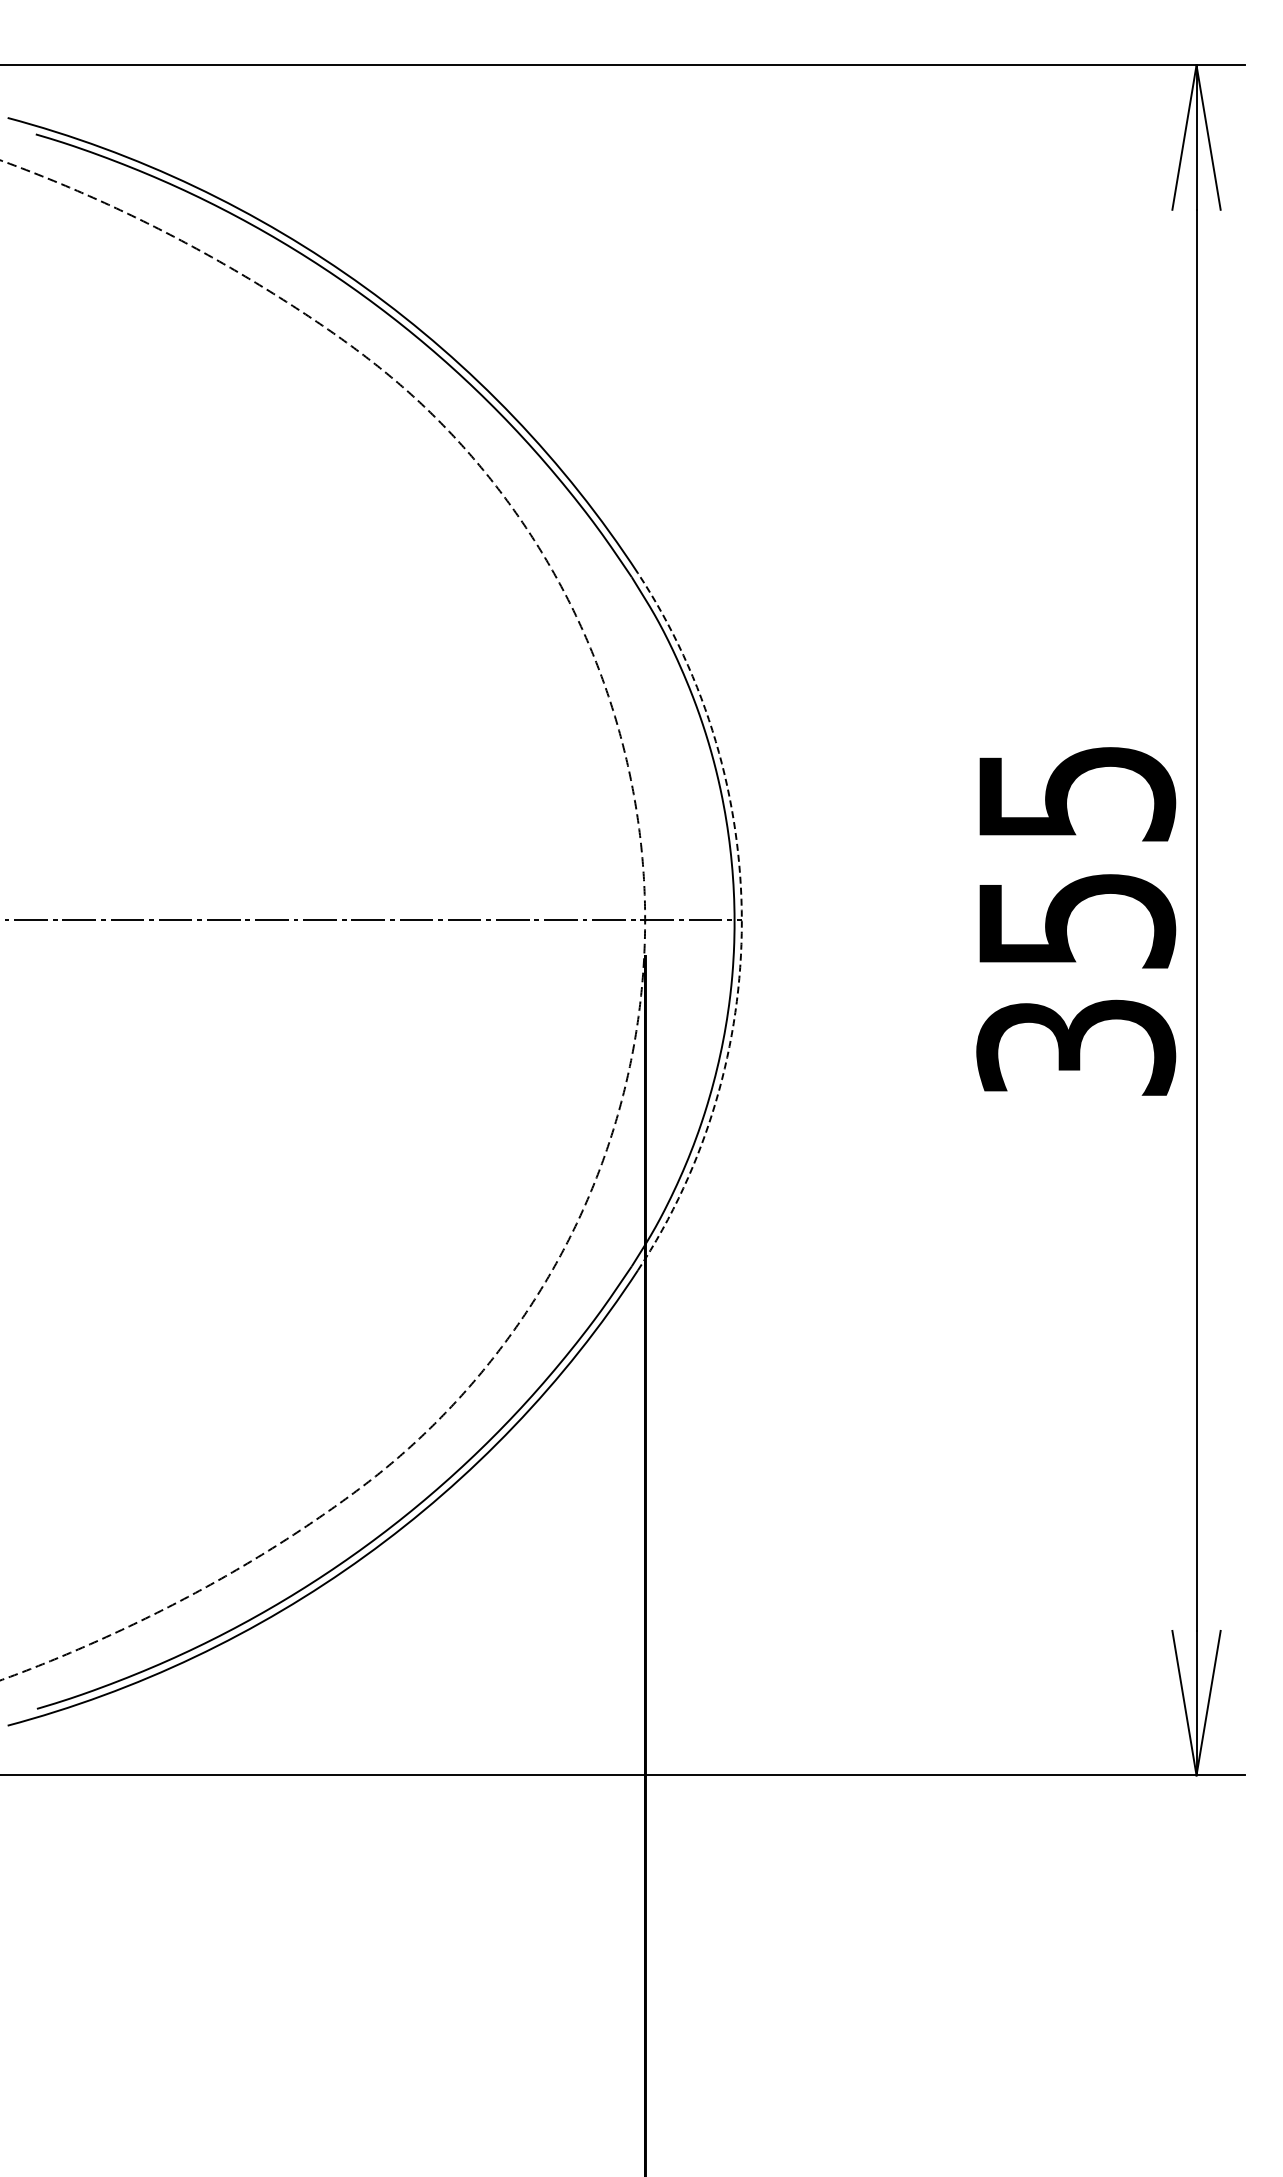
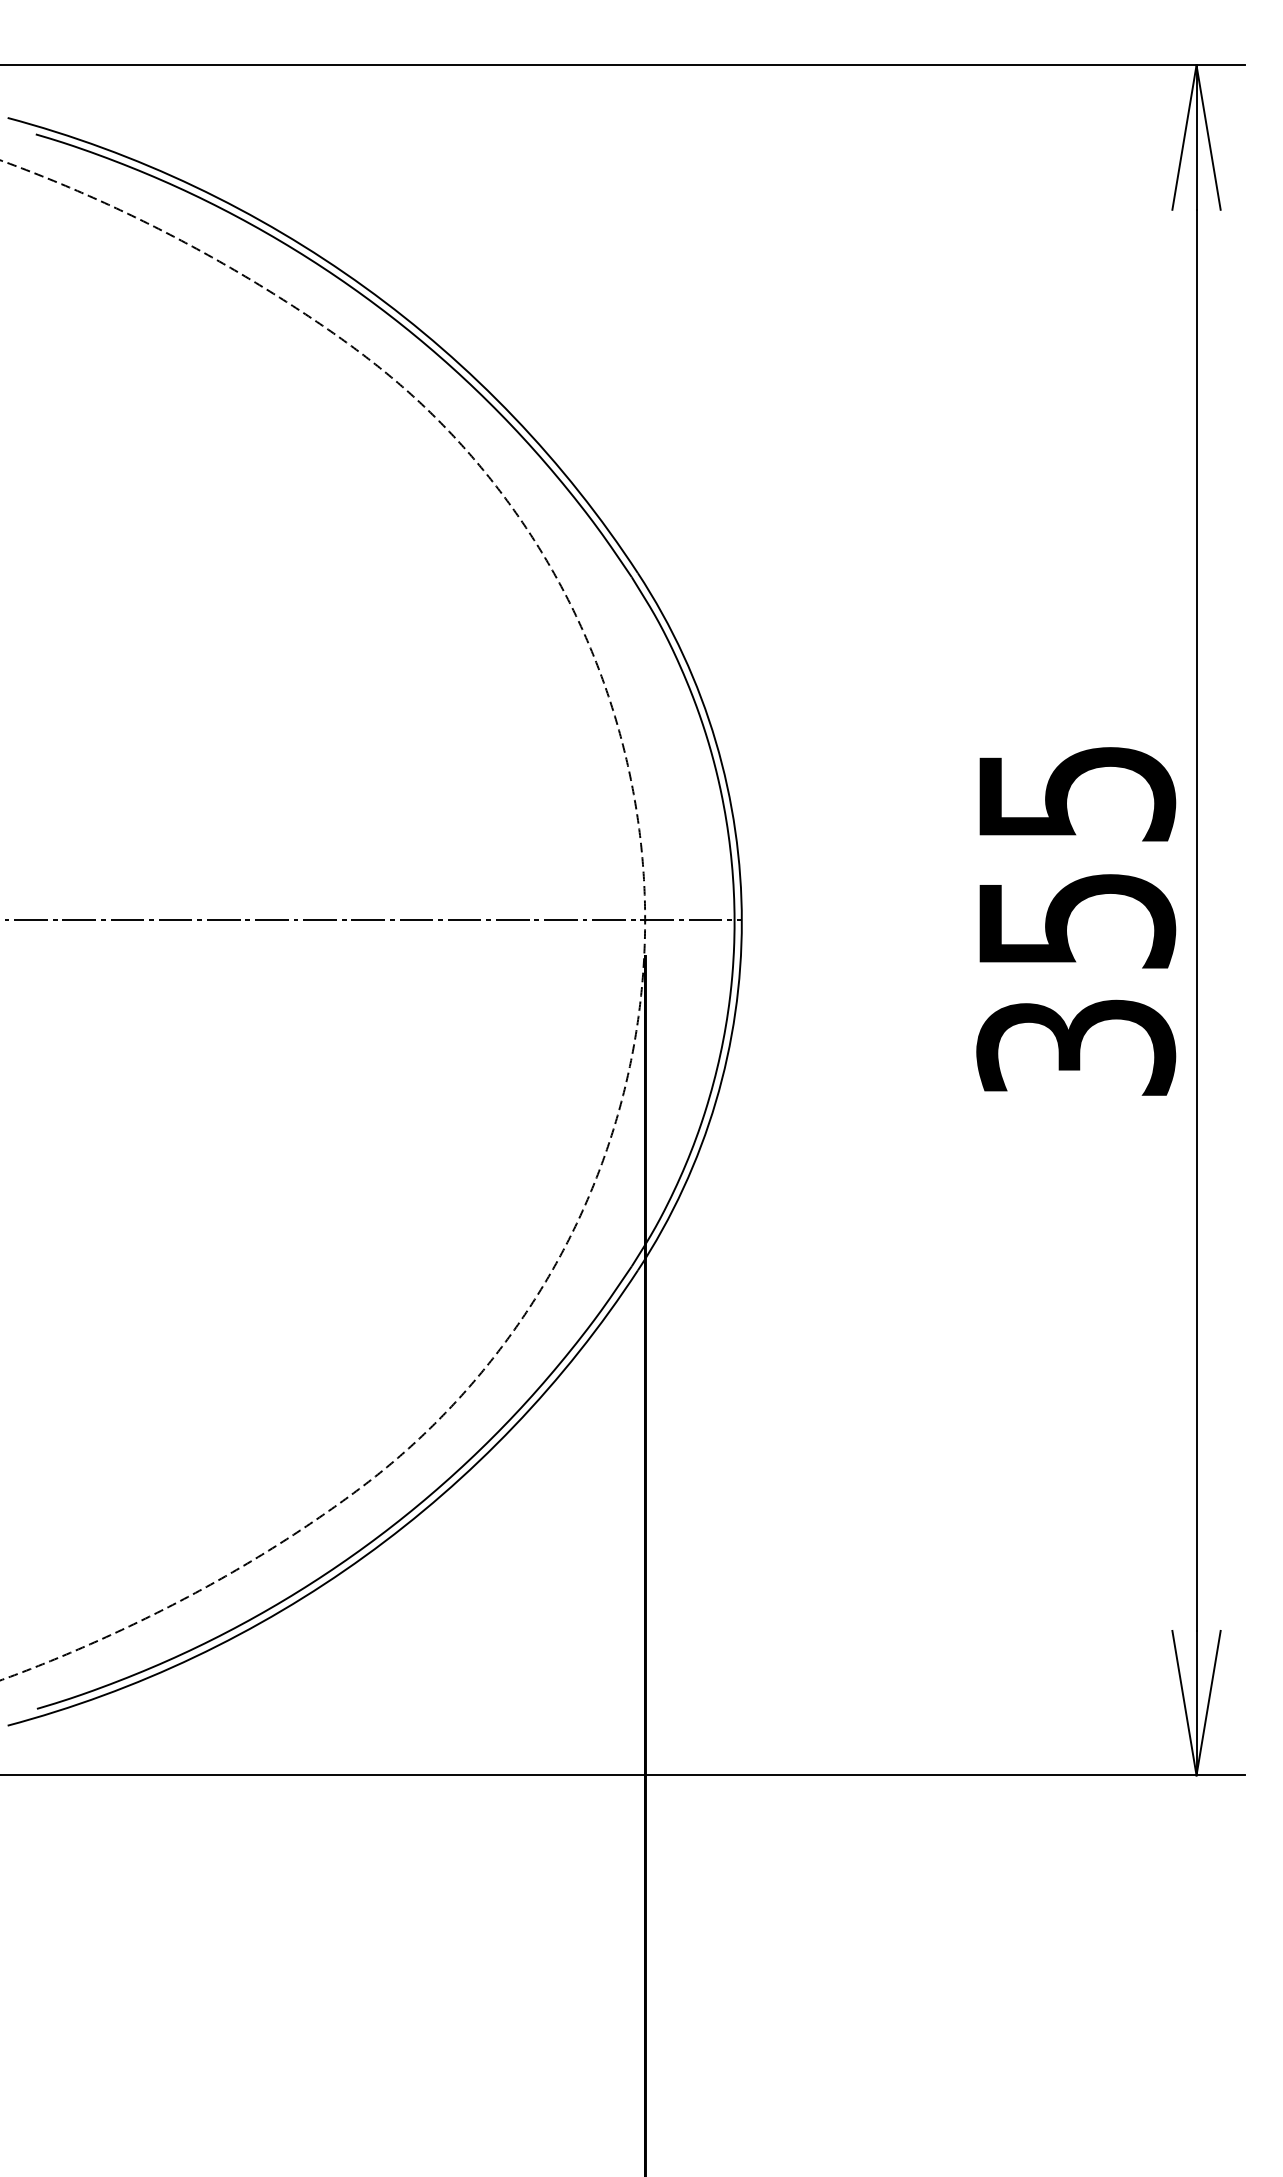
arc at (741, 921): dashed -> solid
